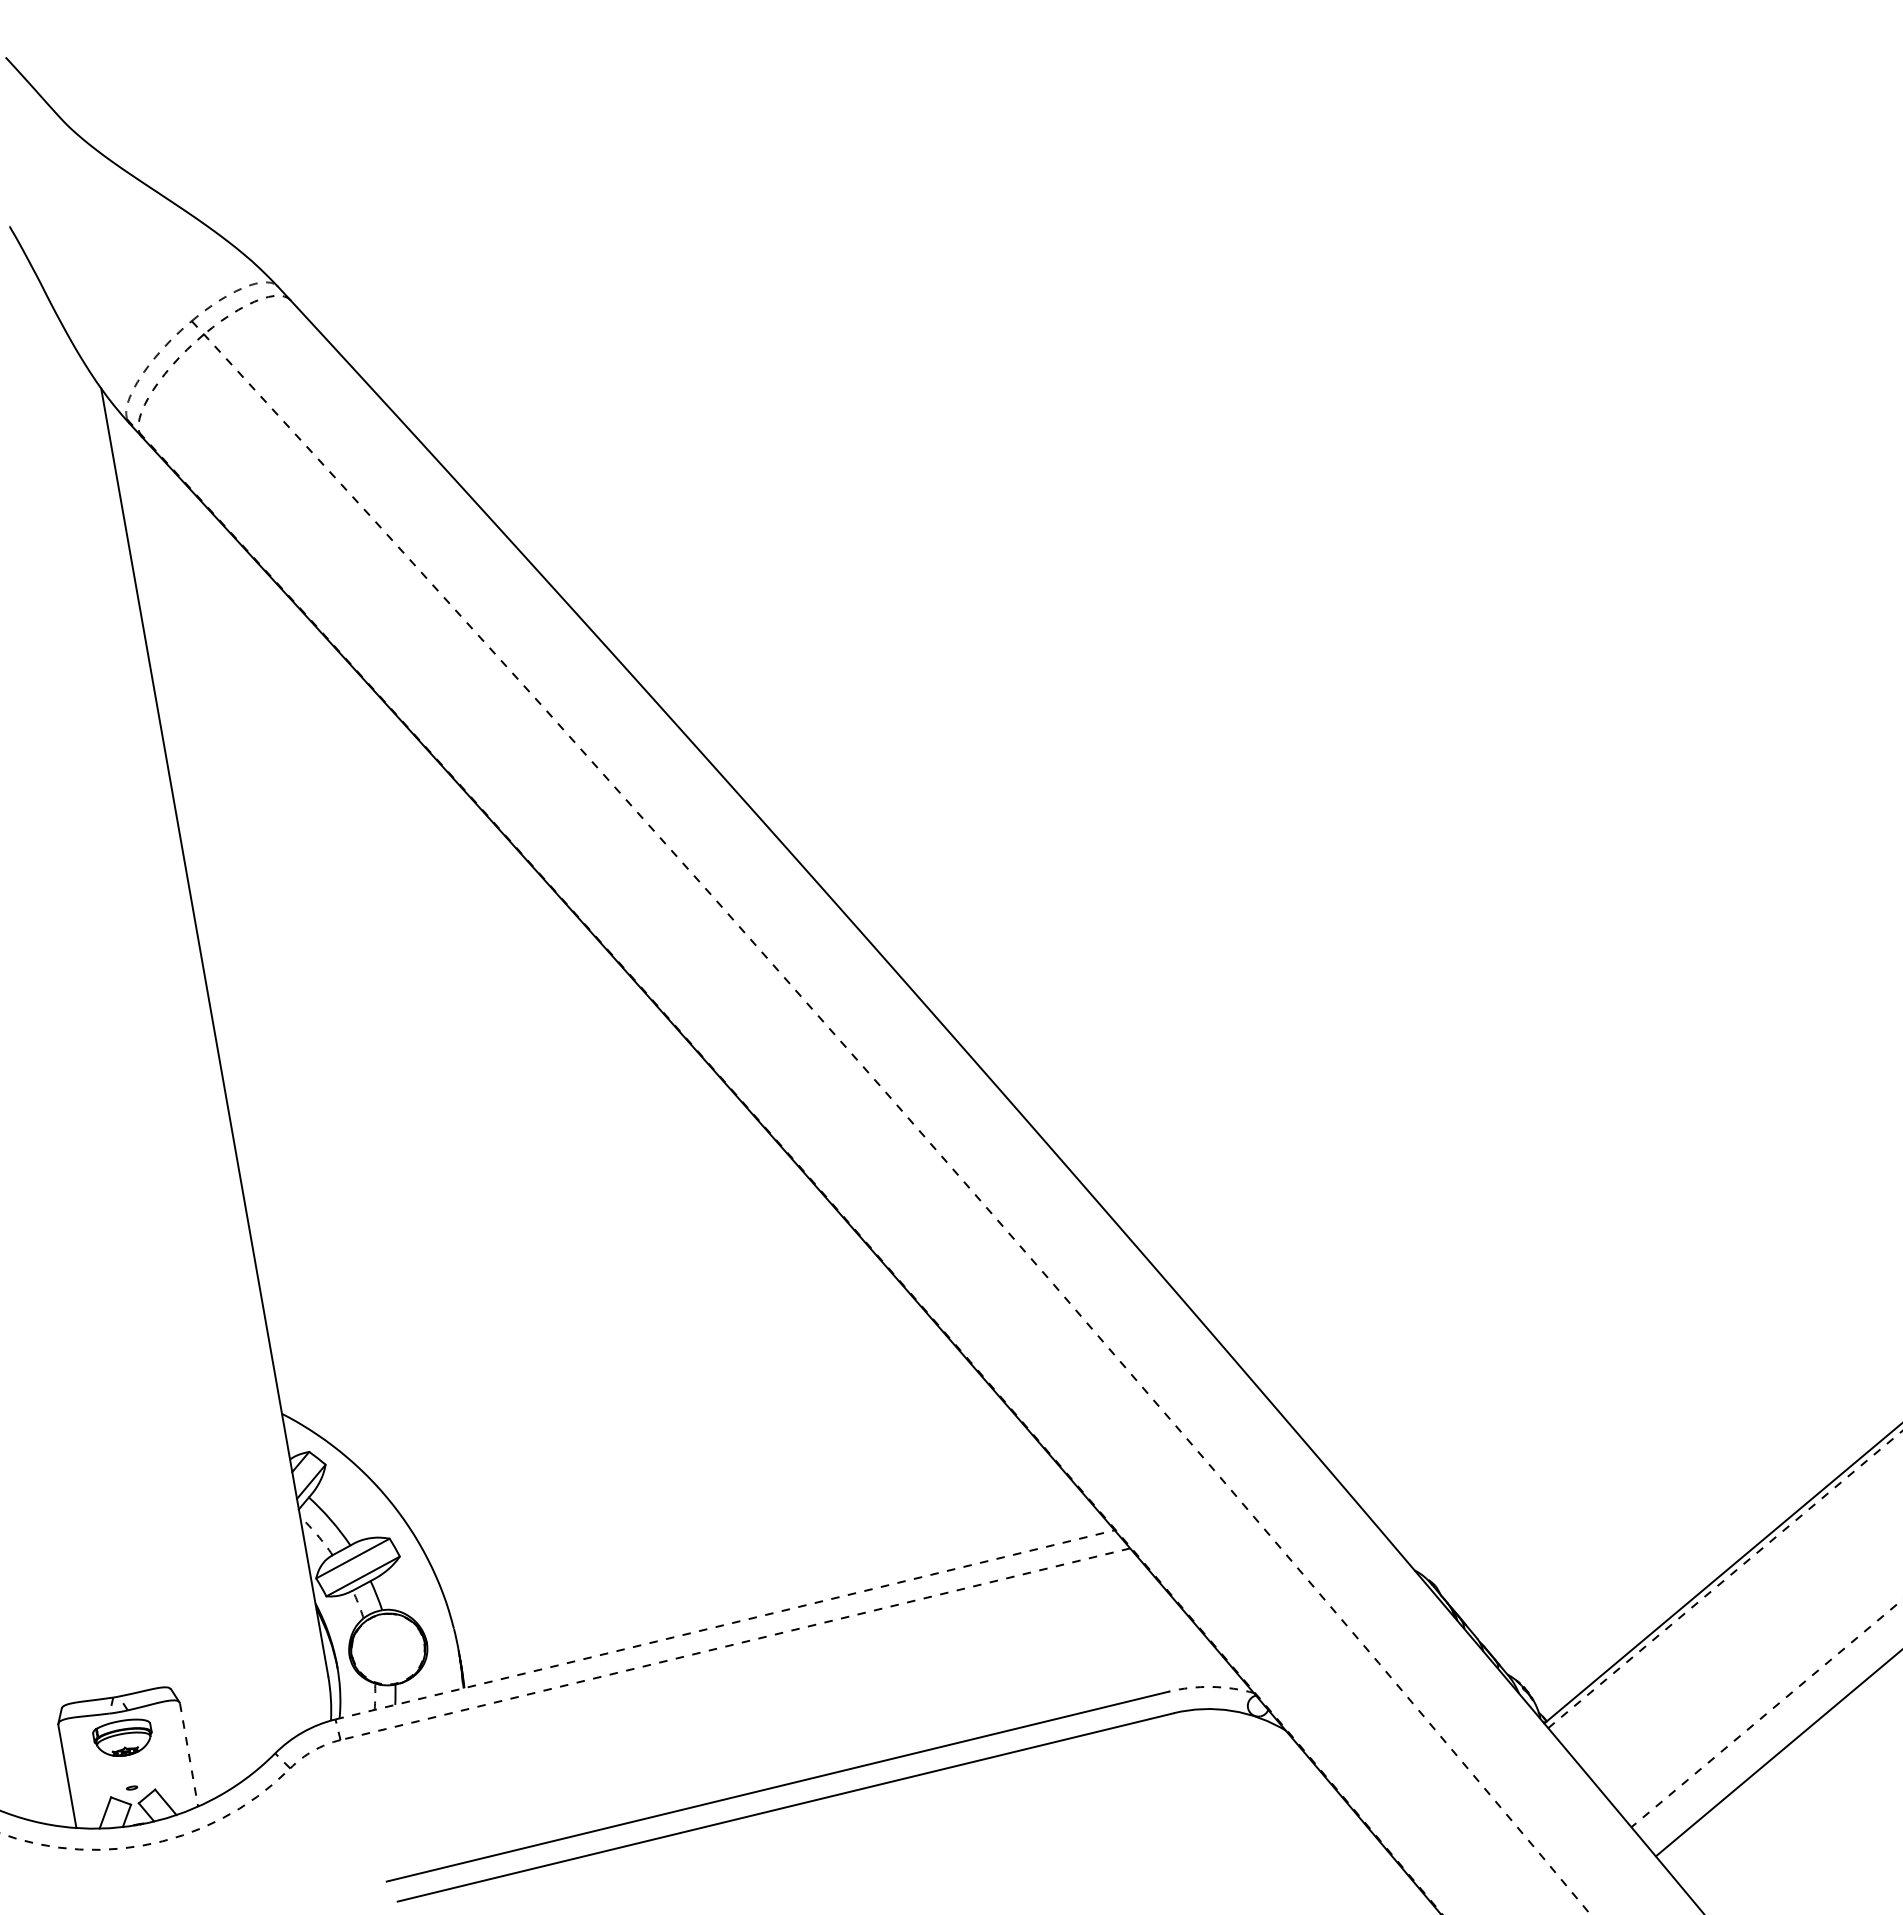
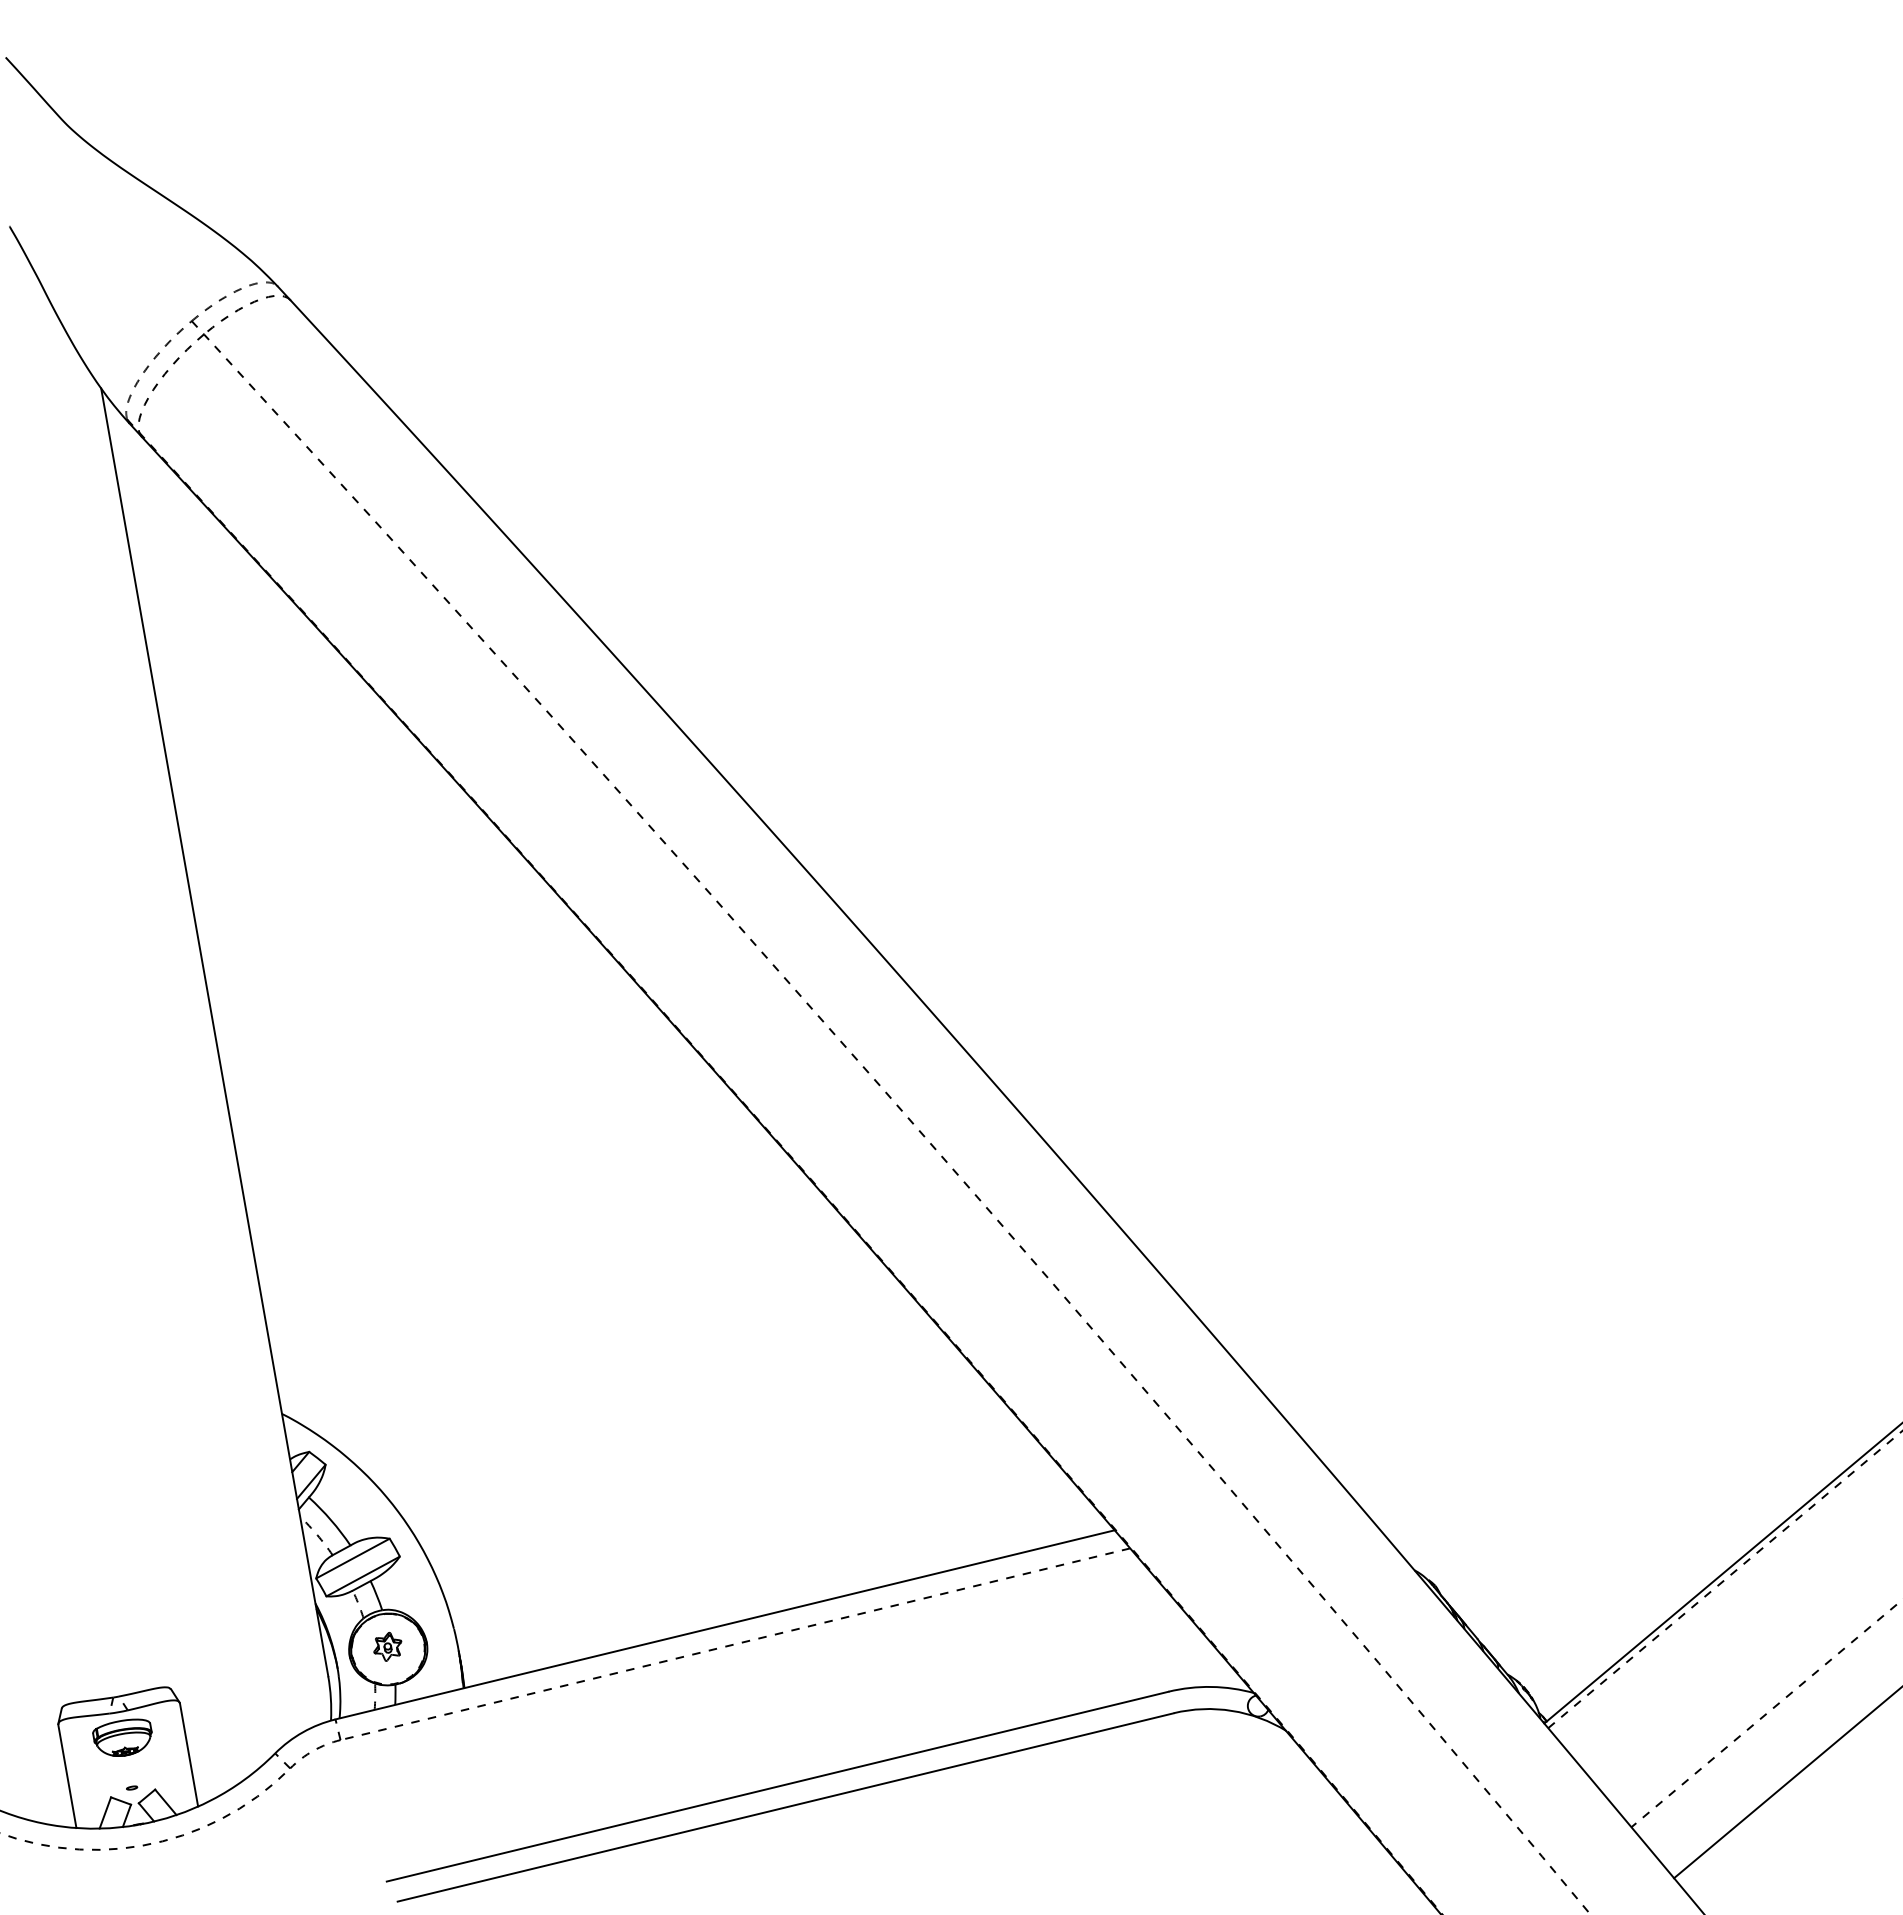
line at (725, 1624): dashed -> solid
part at (387, 1646): none -> present
arc at (1211, 1686): dashed -> solid
line at (1777, 1753) position: (1777, 1753) -> (1786, 1783)
line at (189, 1755): dashed -> solid
